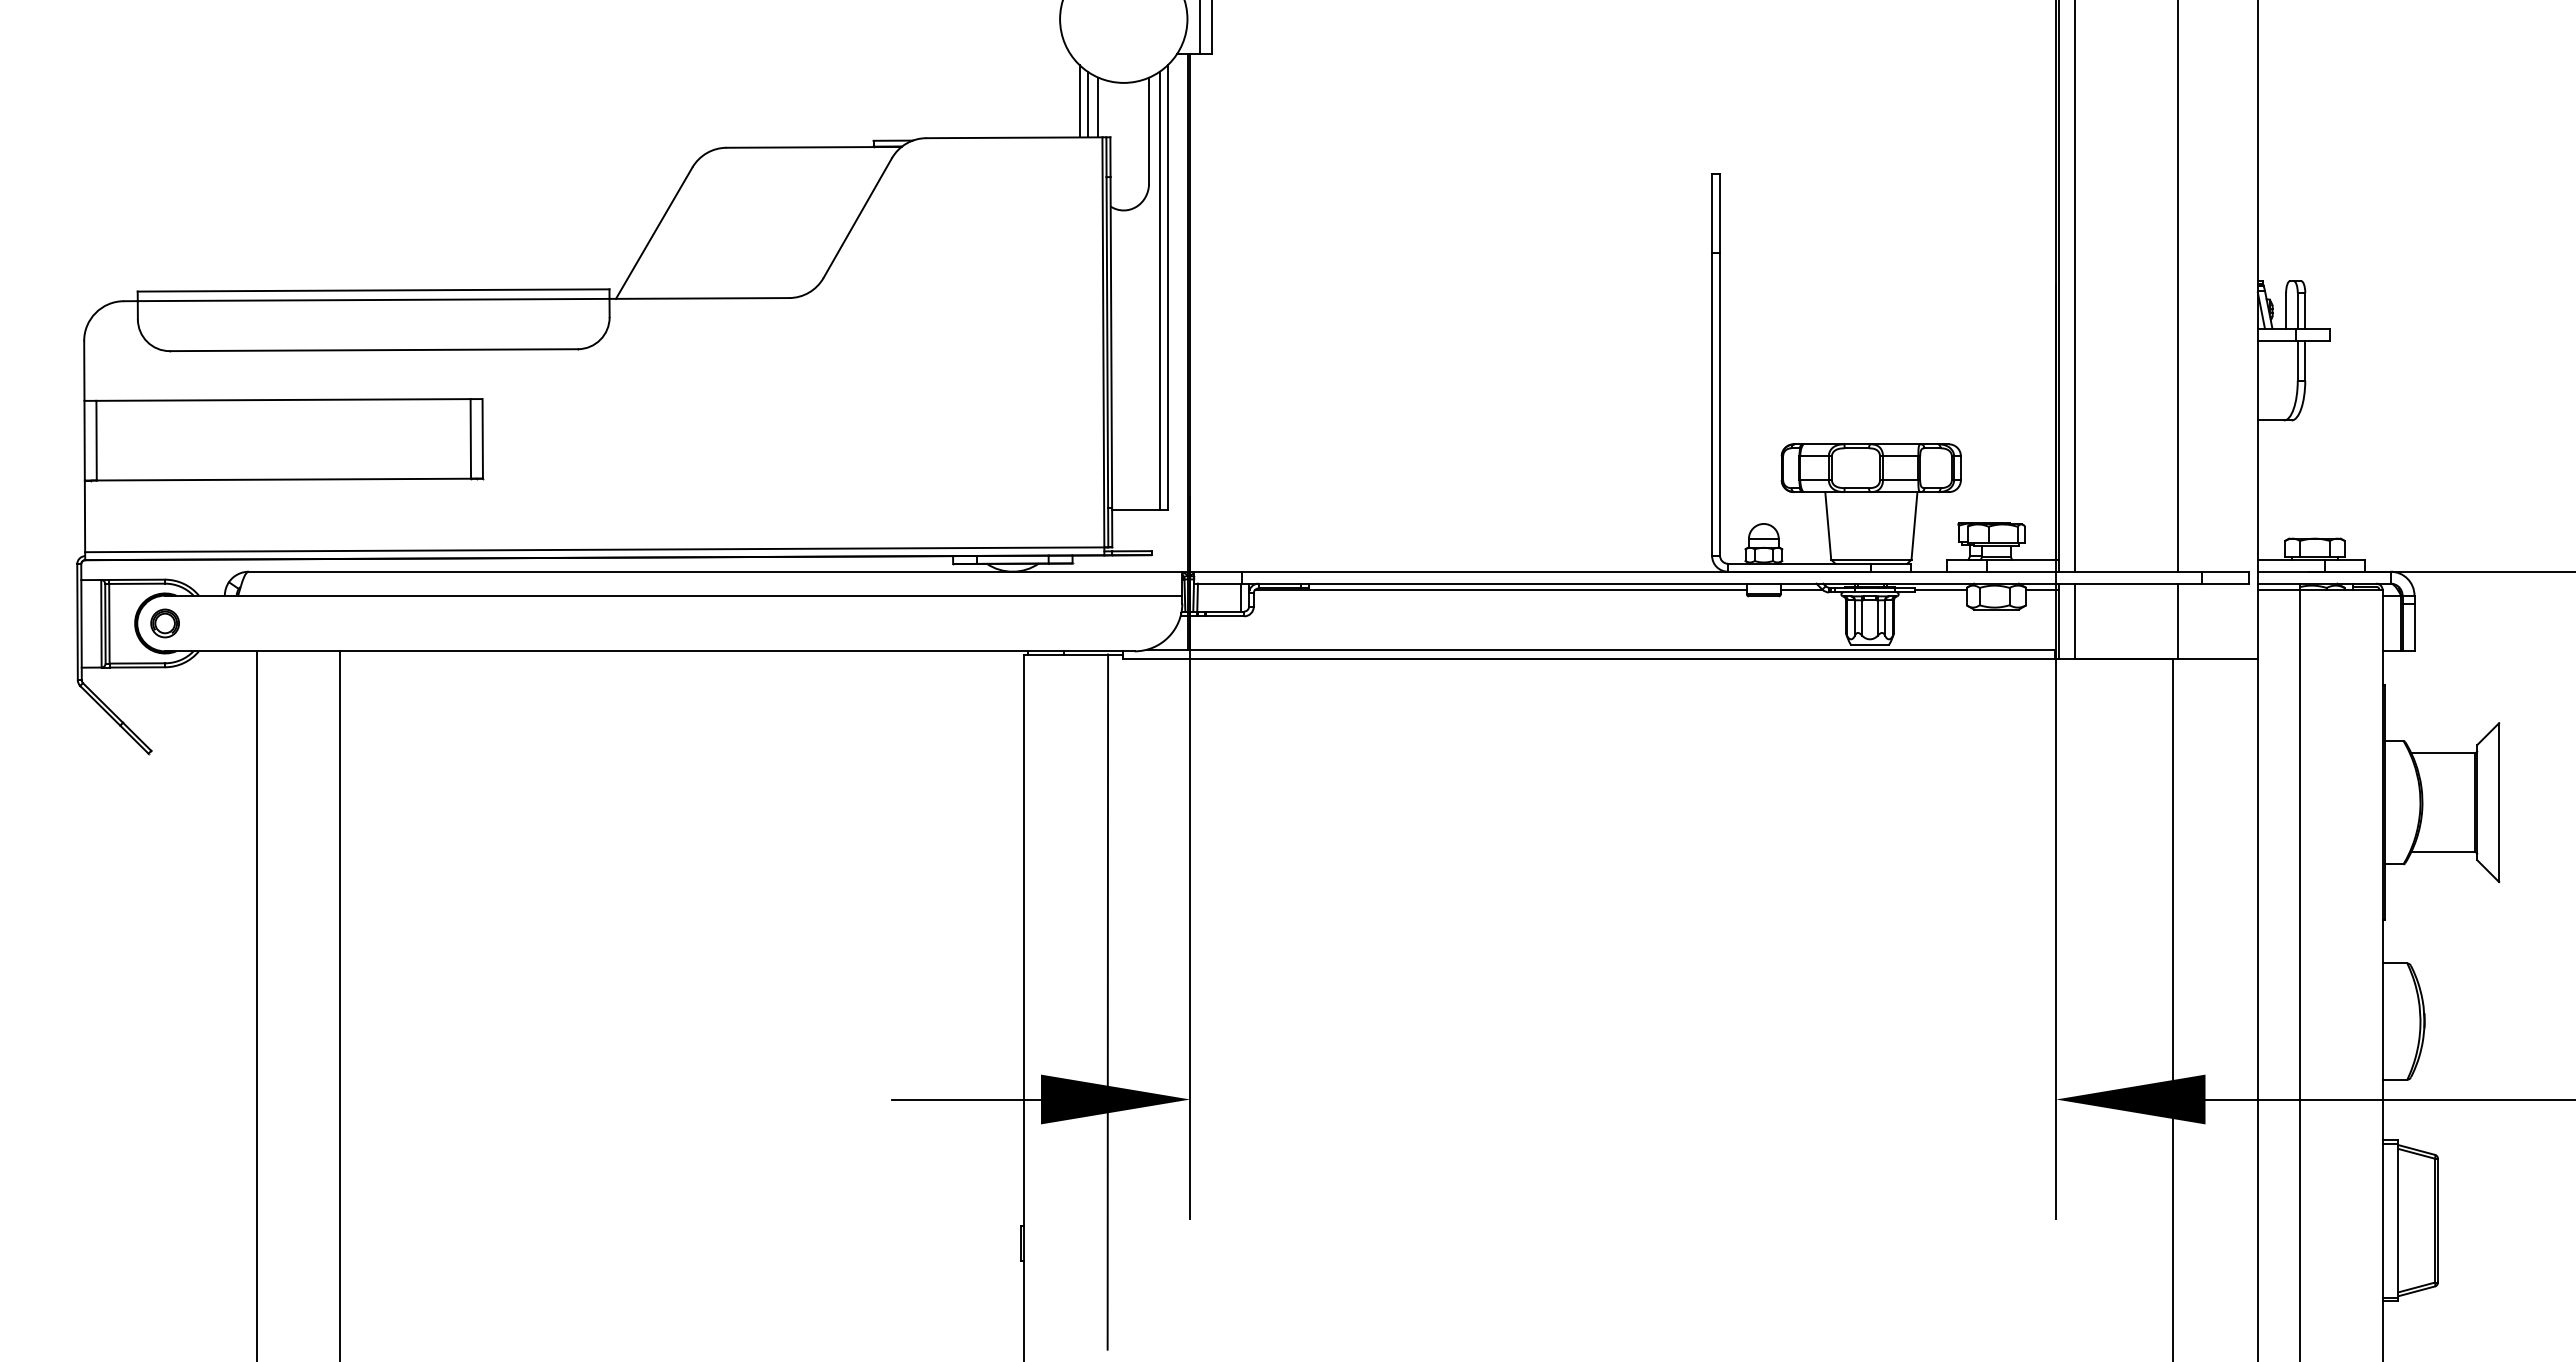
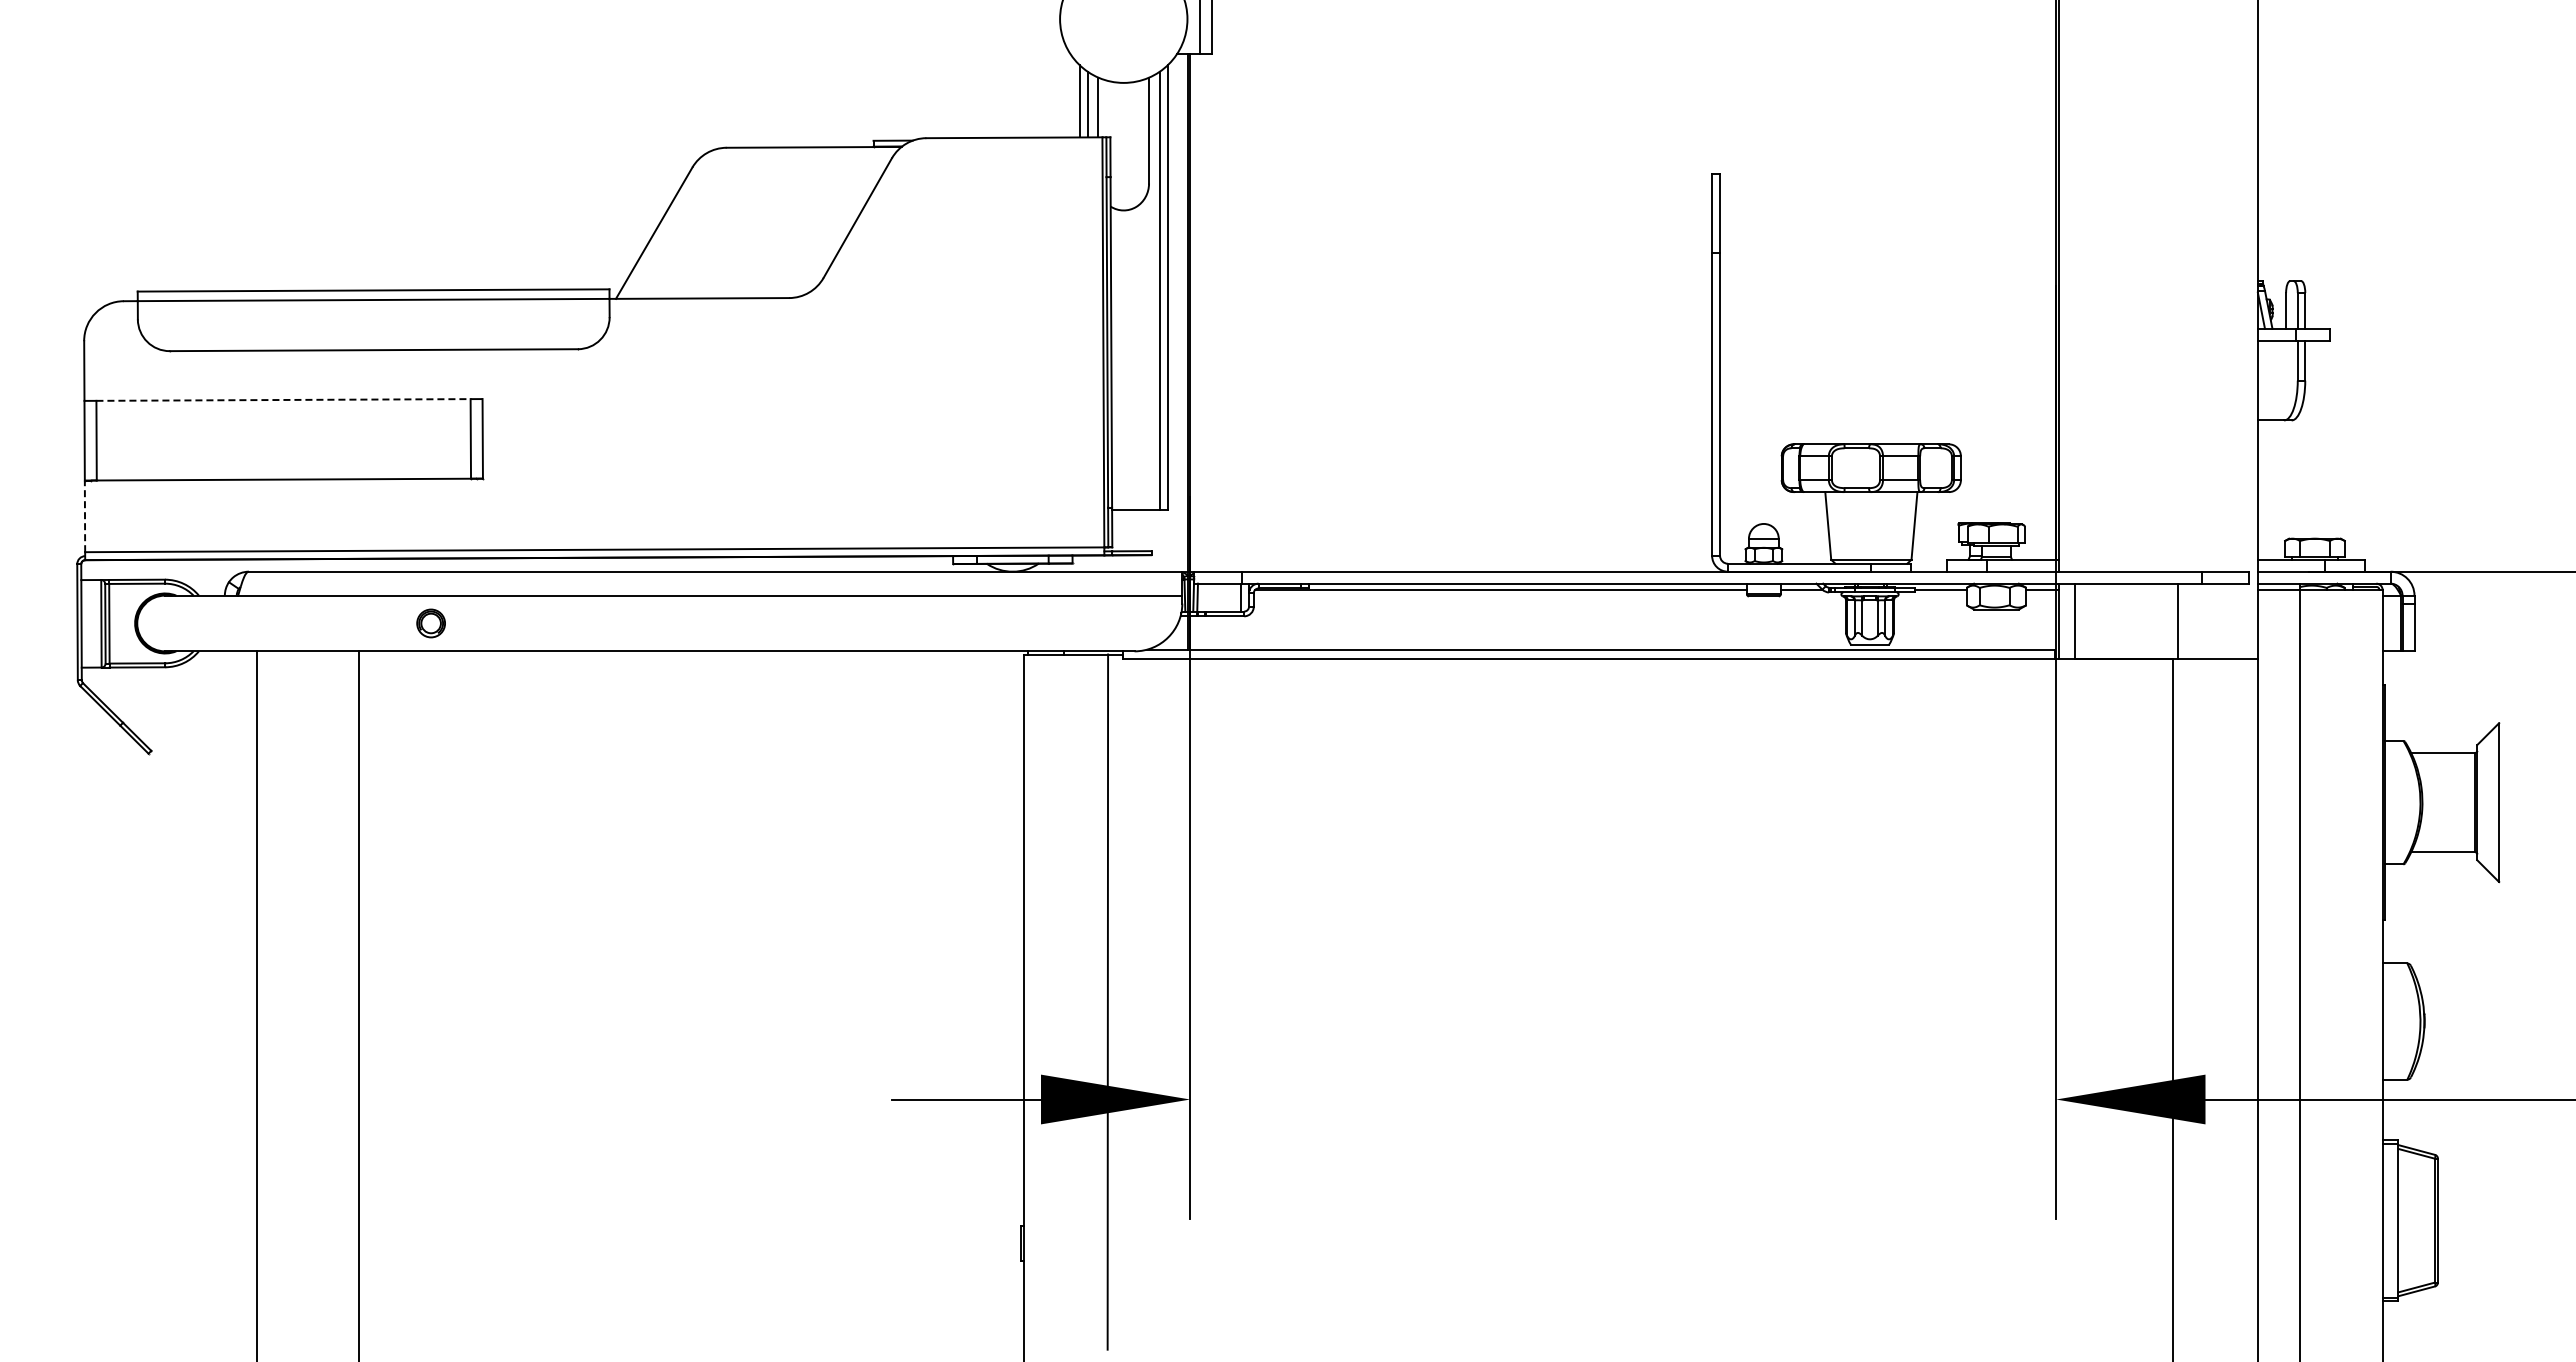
line at (2074, 286): present -> none
line at (2178, 286): present -> none
line at (284, 399): solid -> dashed
line at (85, 516): solid -> dashed
part at (164, 623) position: (164, 623) -> (430, 623)
line at (339, 1004) position: (339, 1004) -> (358, 1004)
